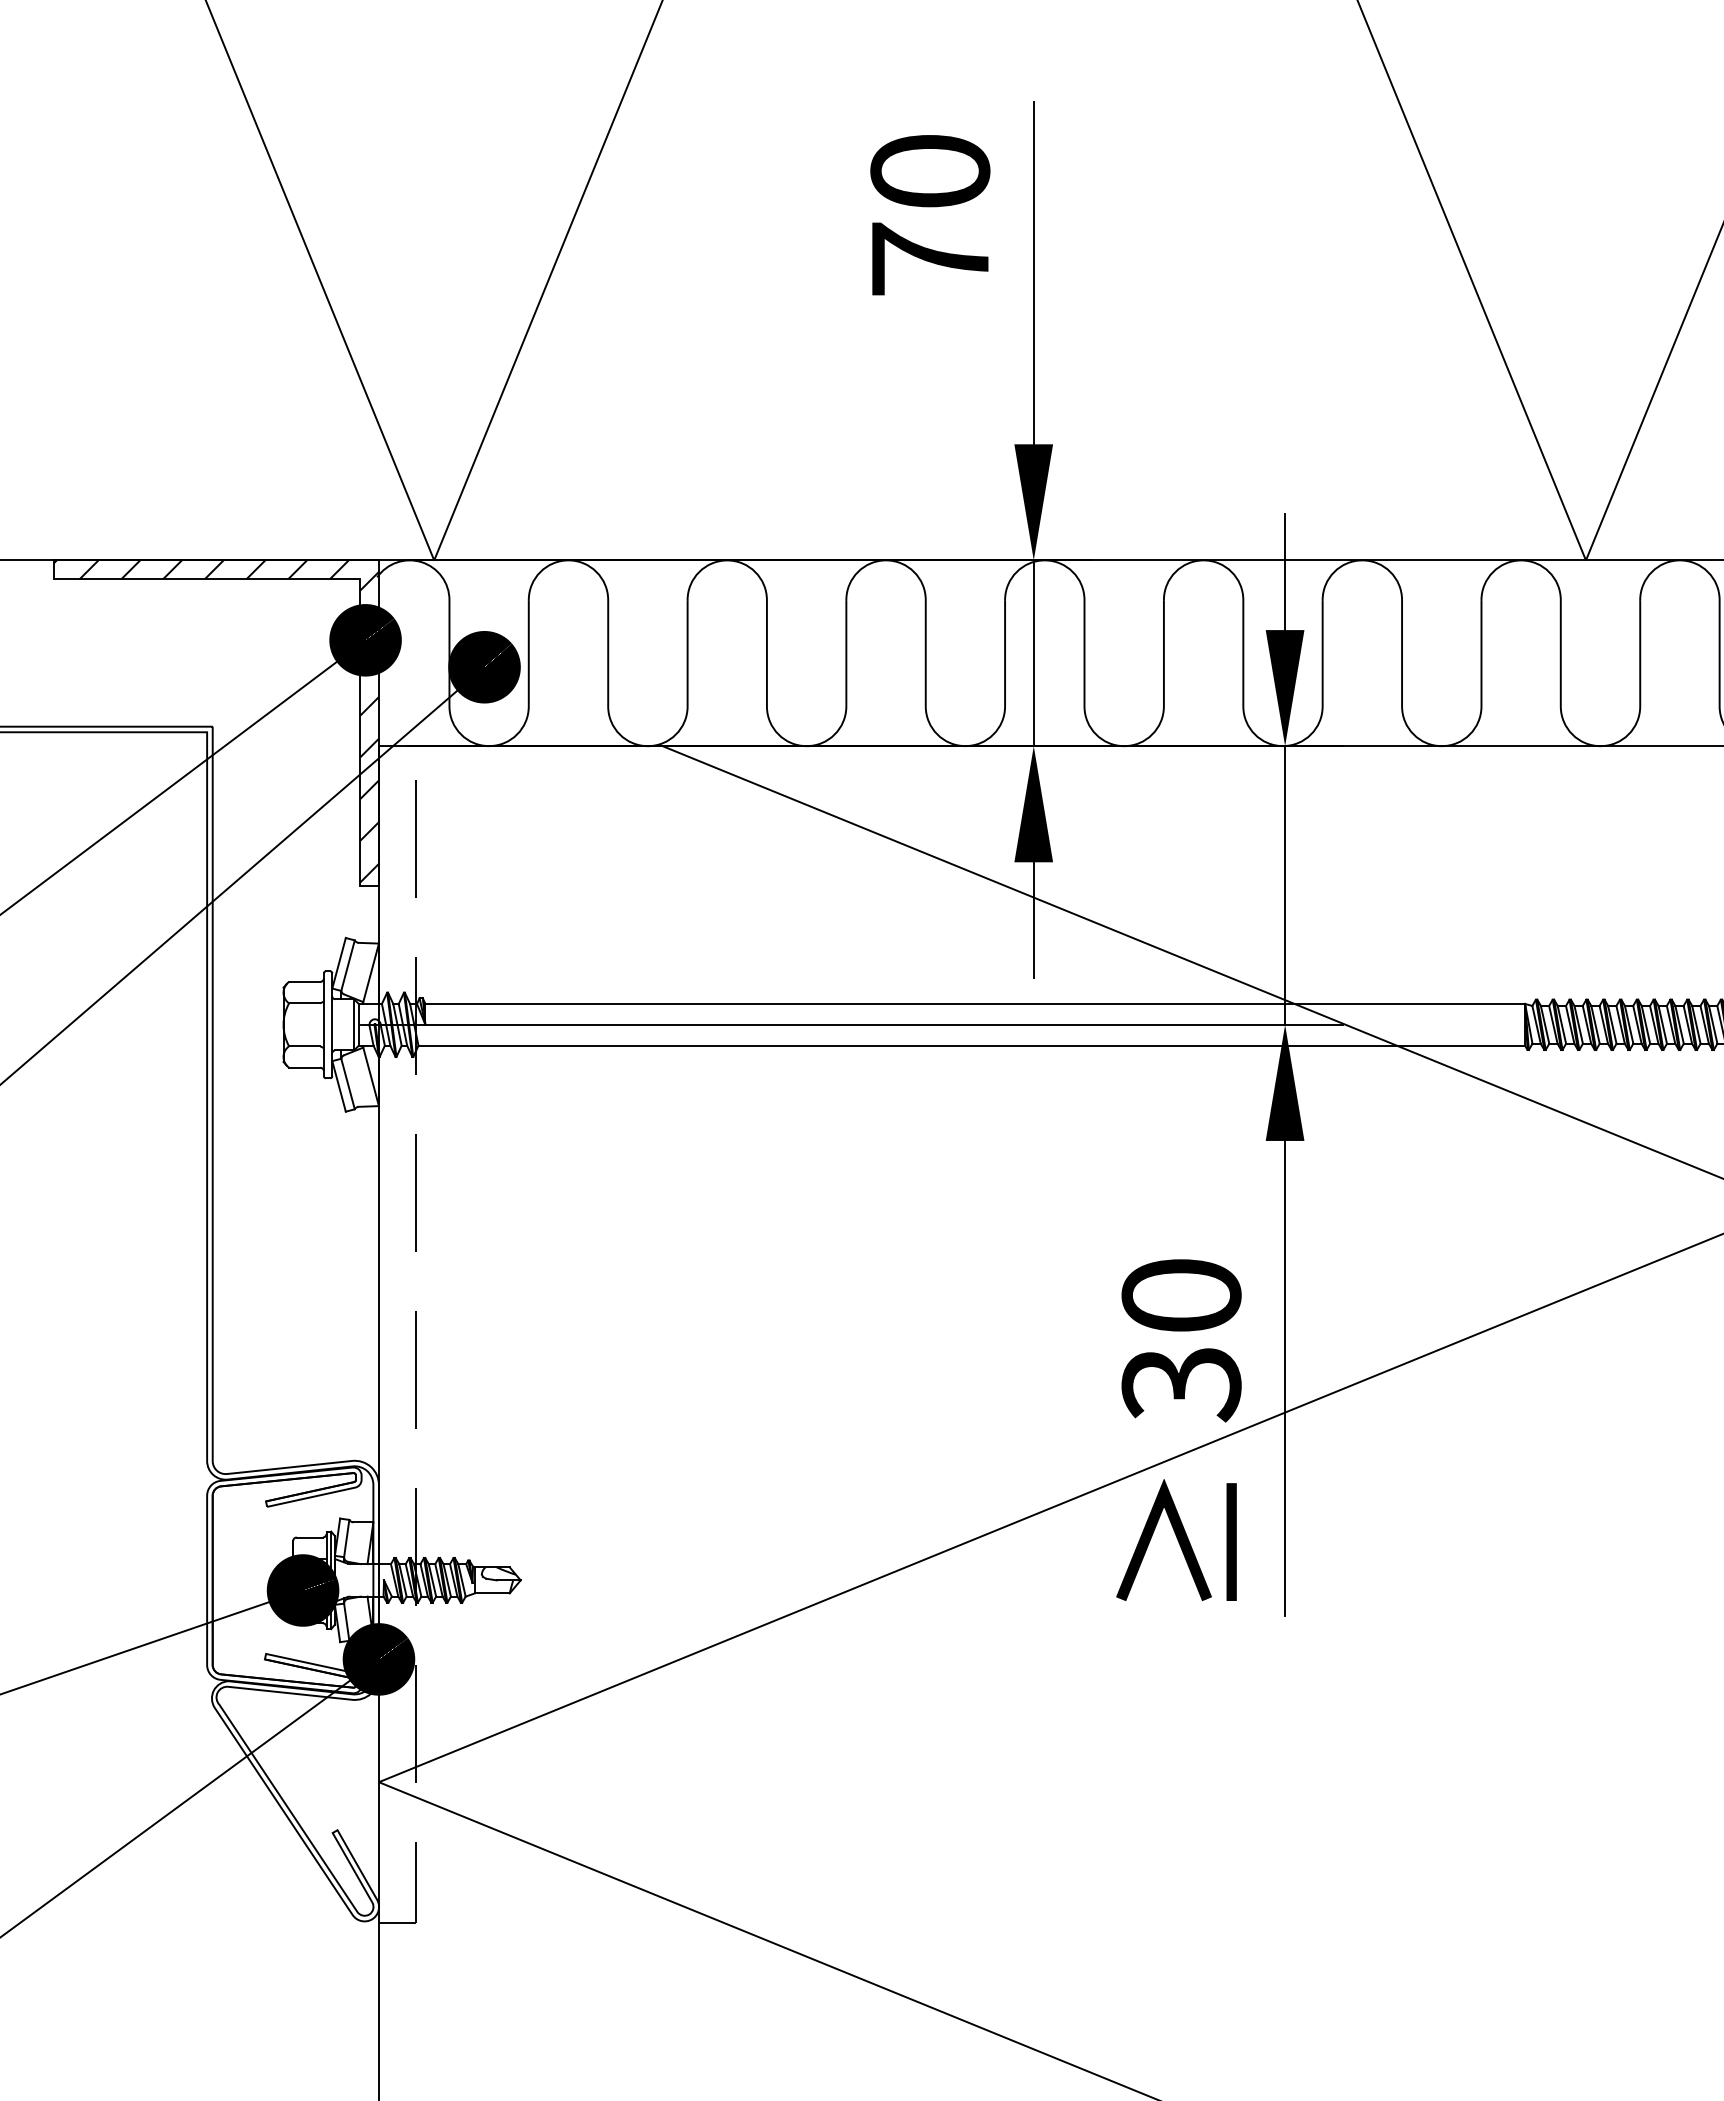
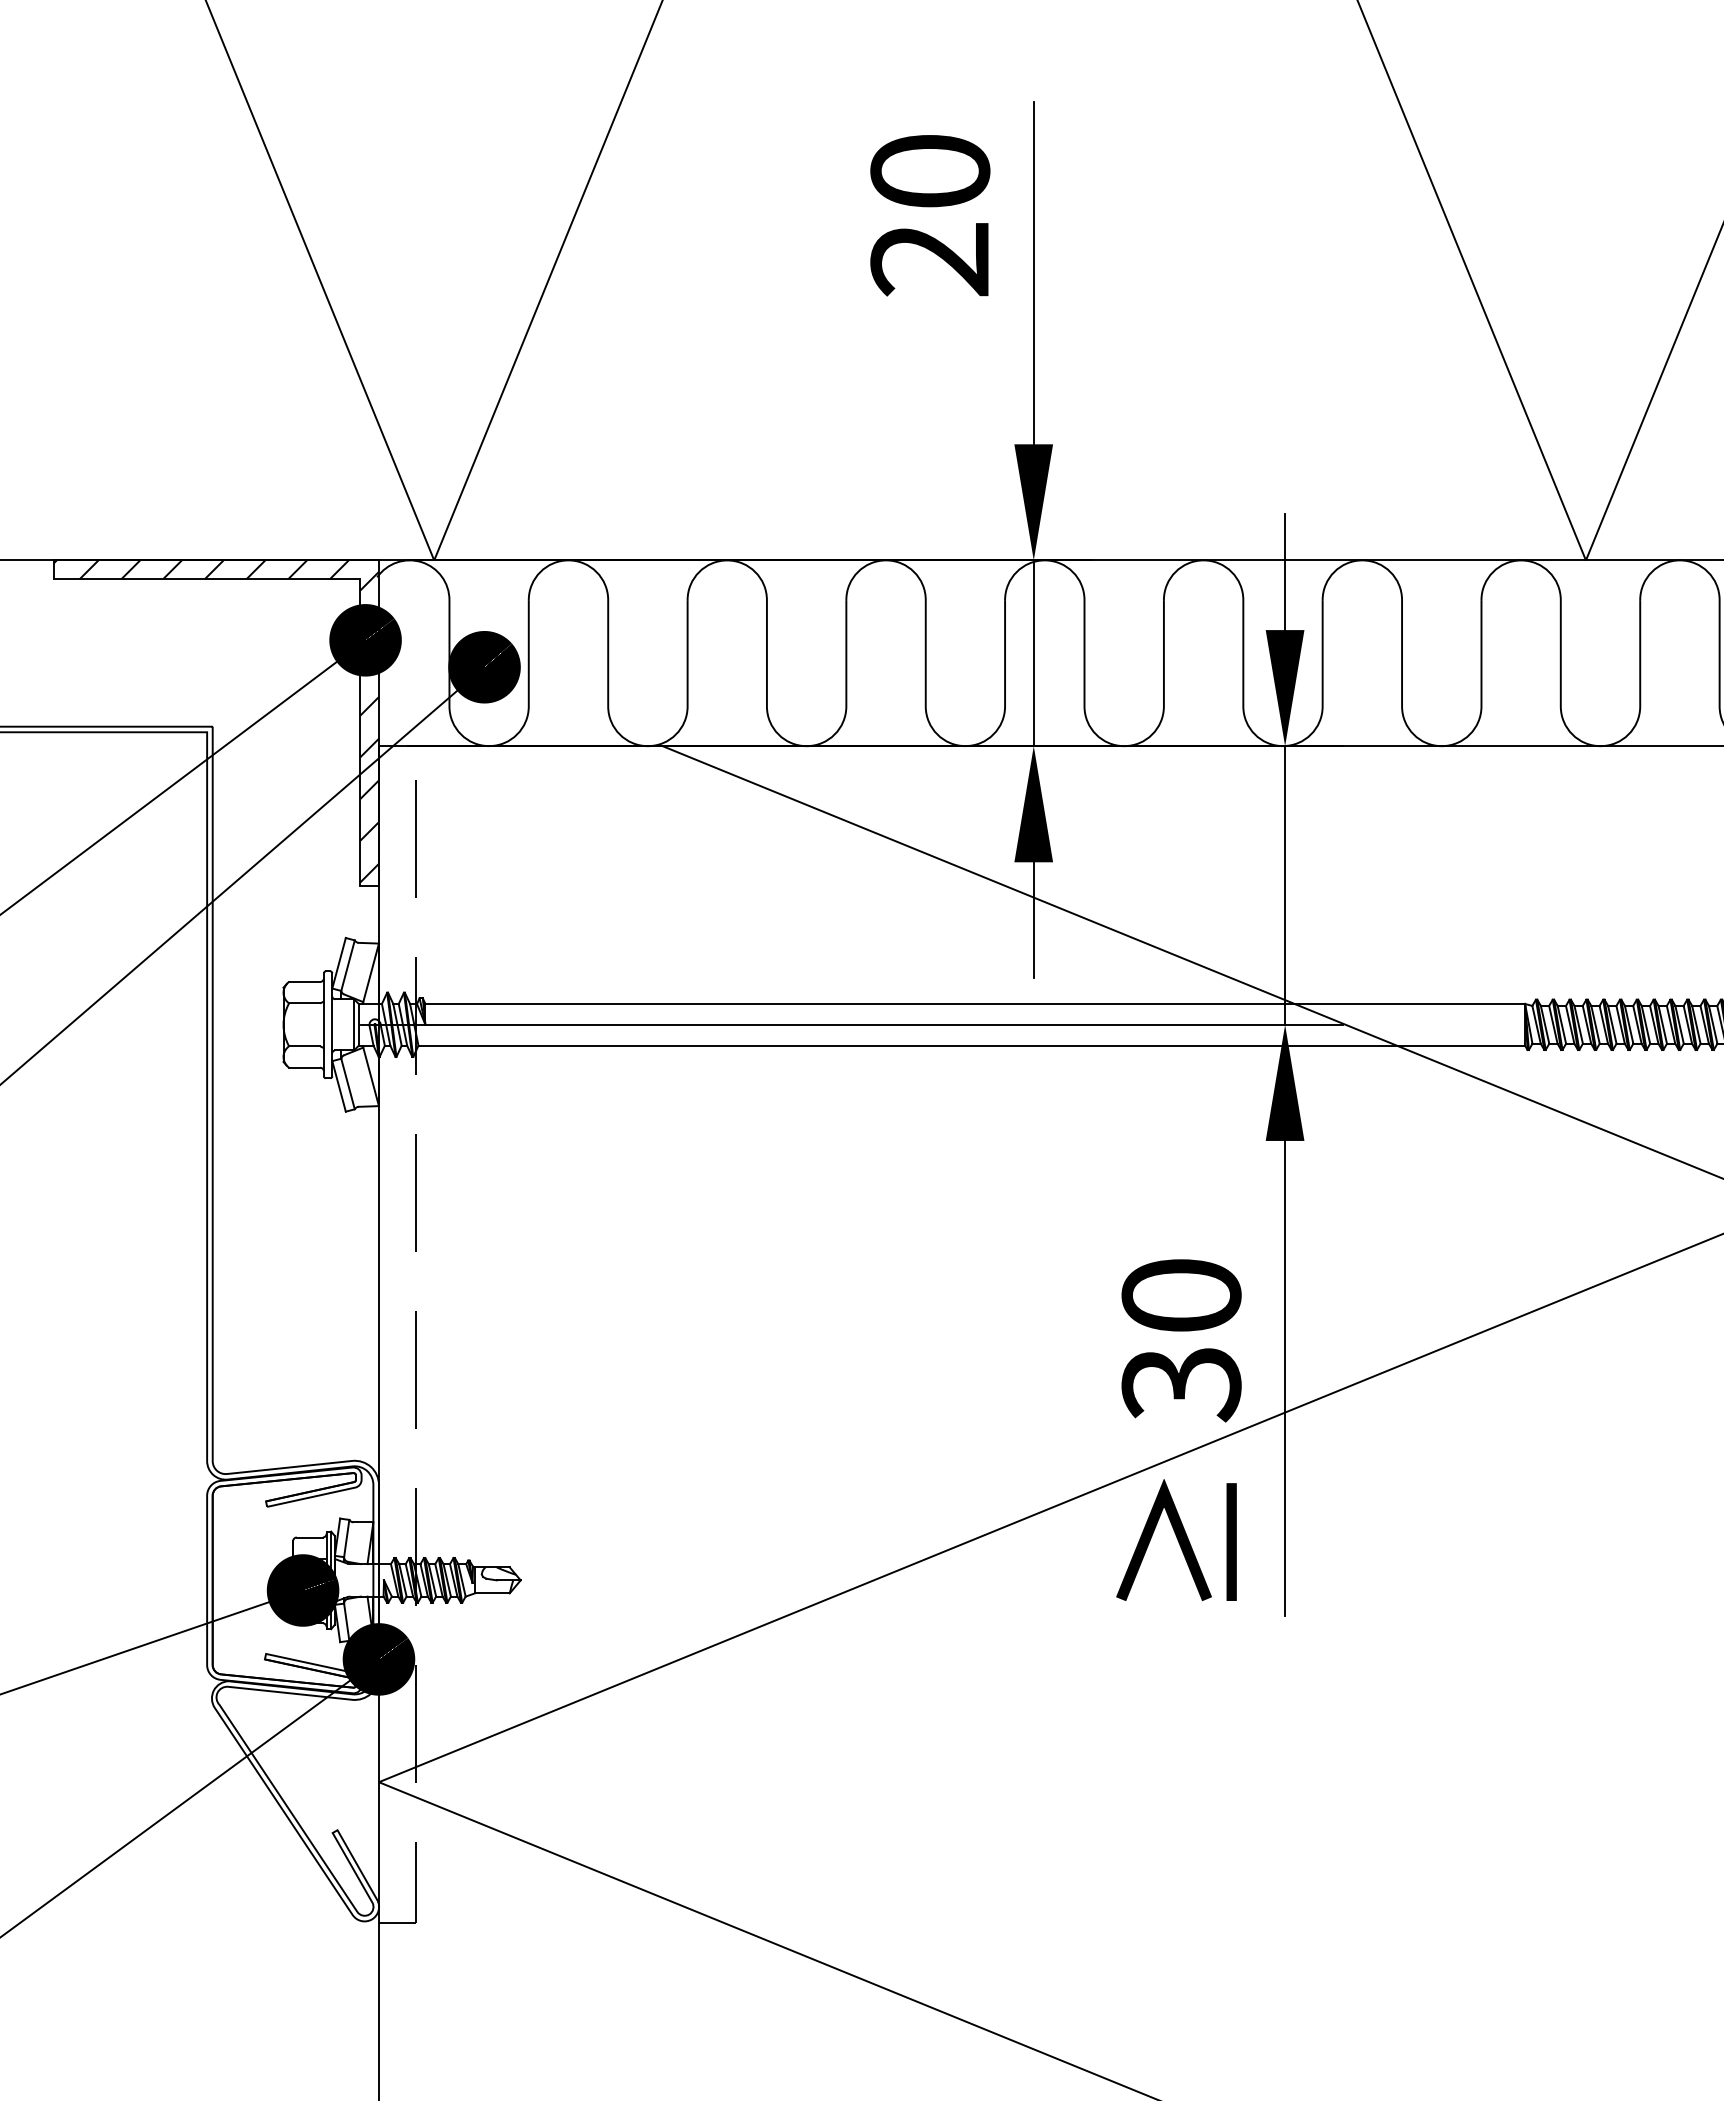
text at (929, 259): 70 -> 20
